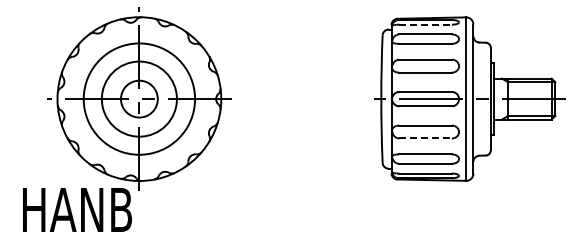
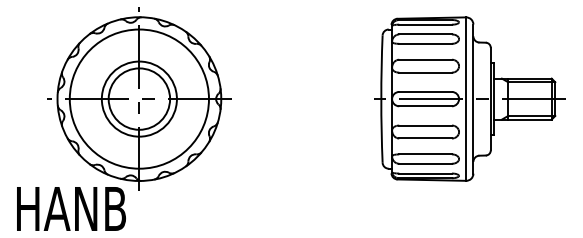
line at (426, 24): dashed -> solid
circle at (138, 98) diameter: 37 px -> 61 px
circle at (139, 98) diameter: 111 px -> 139 px
line at (426, 138): dashed -> solid
text at (77, 209) position: (77, 209) -> (71, 208)
